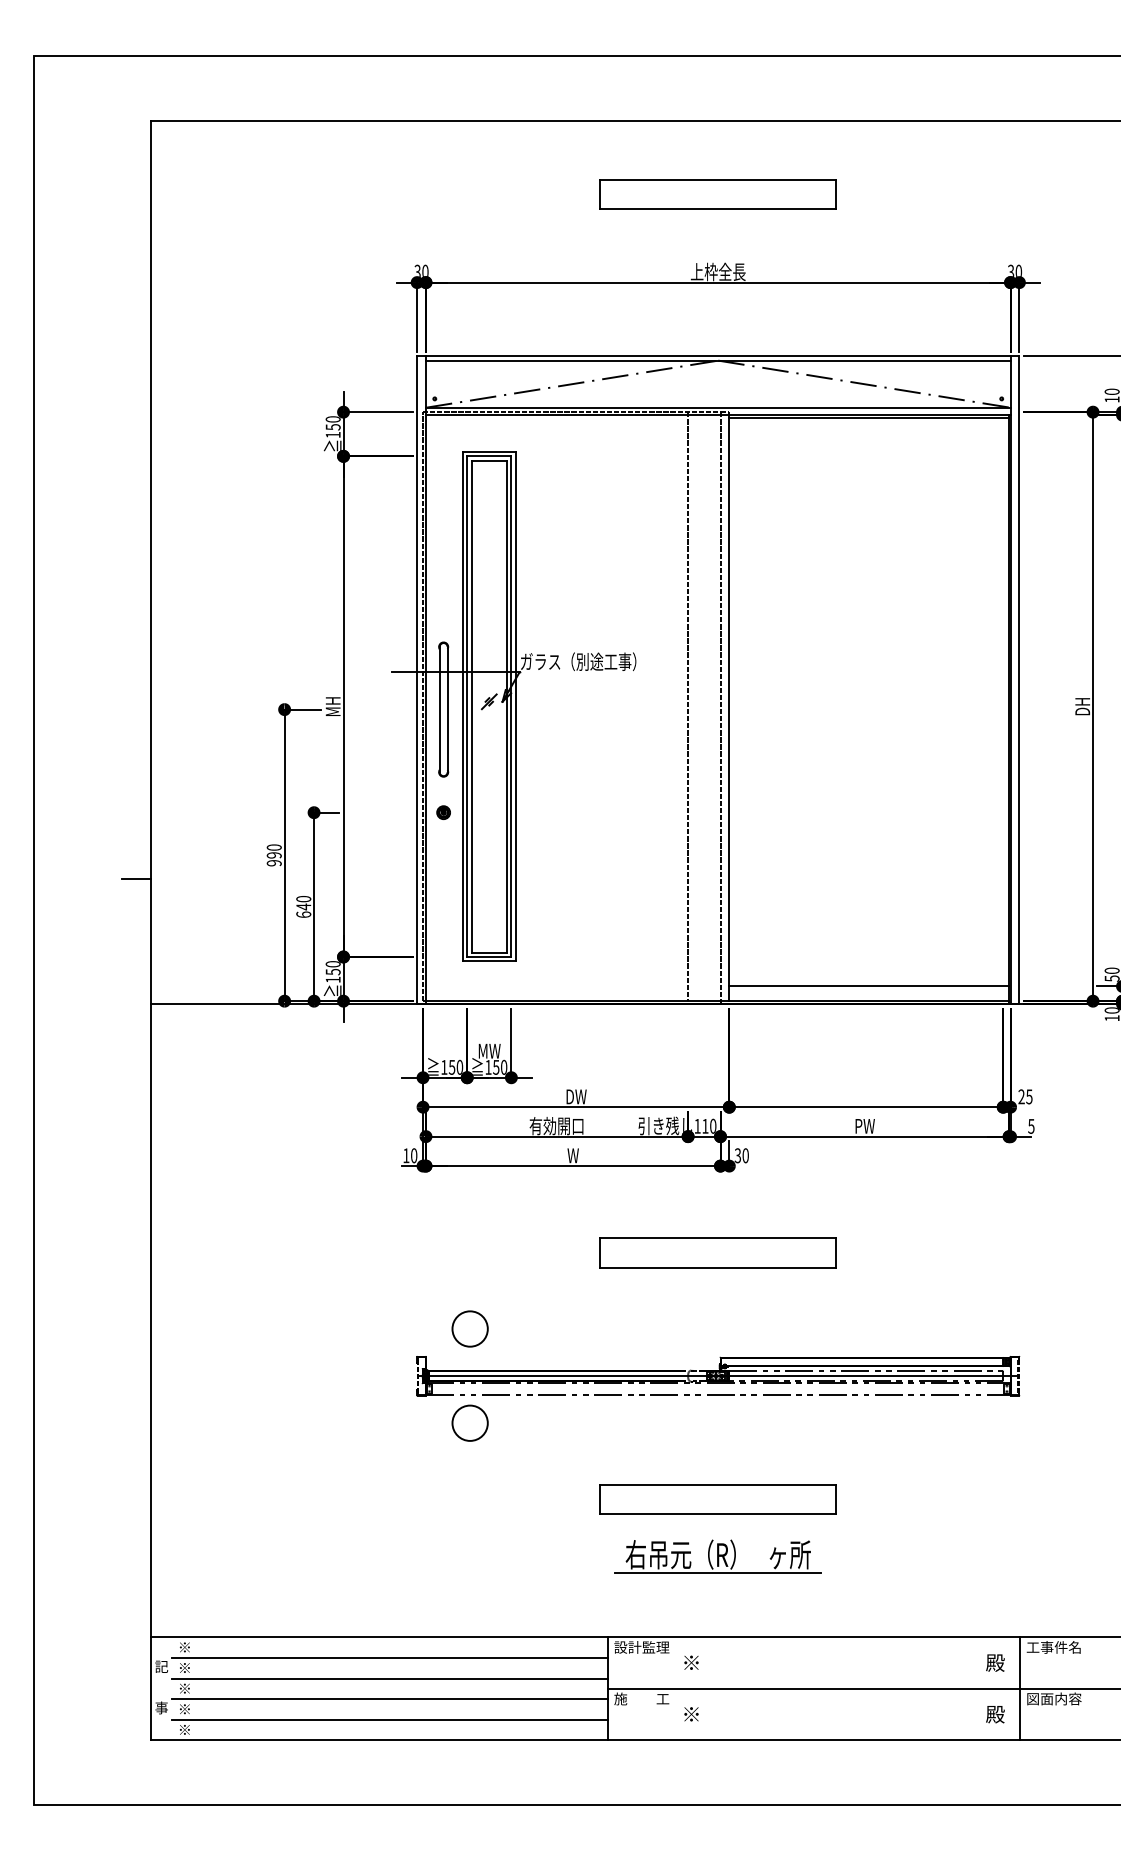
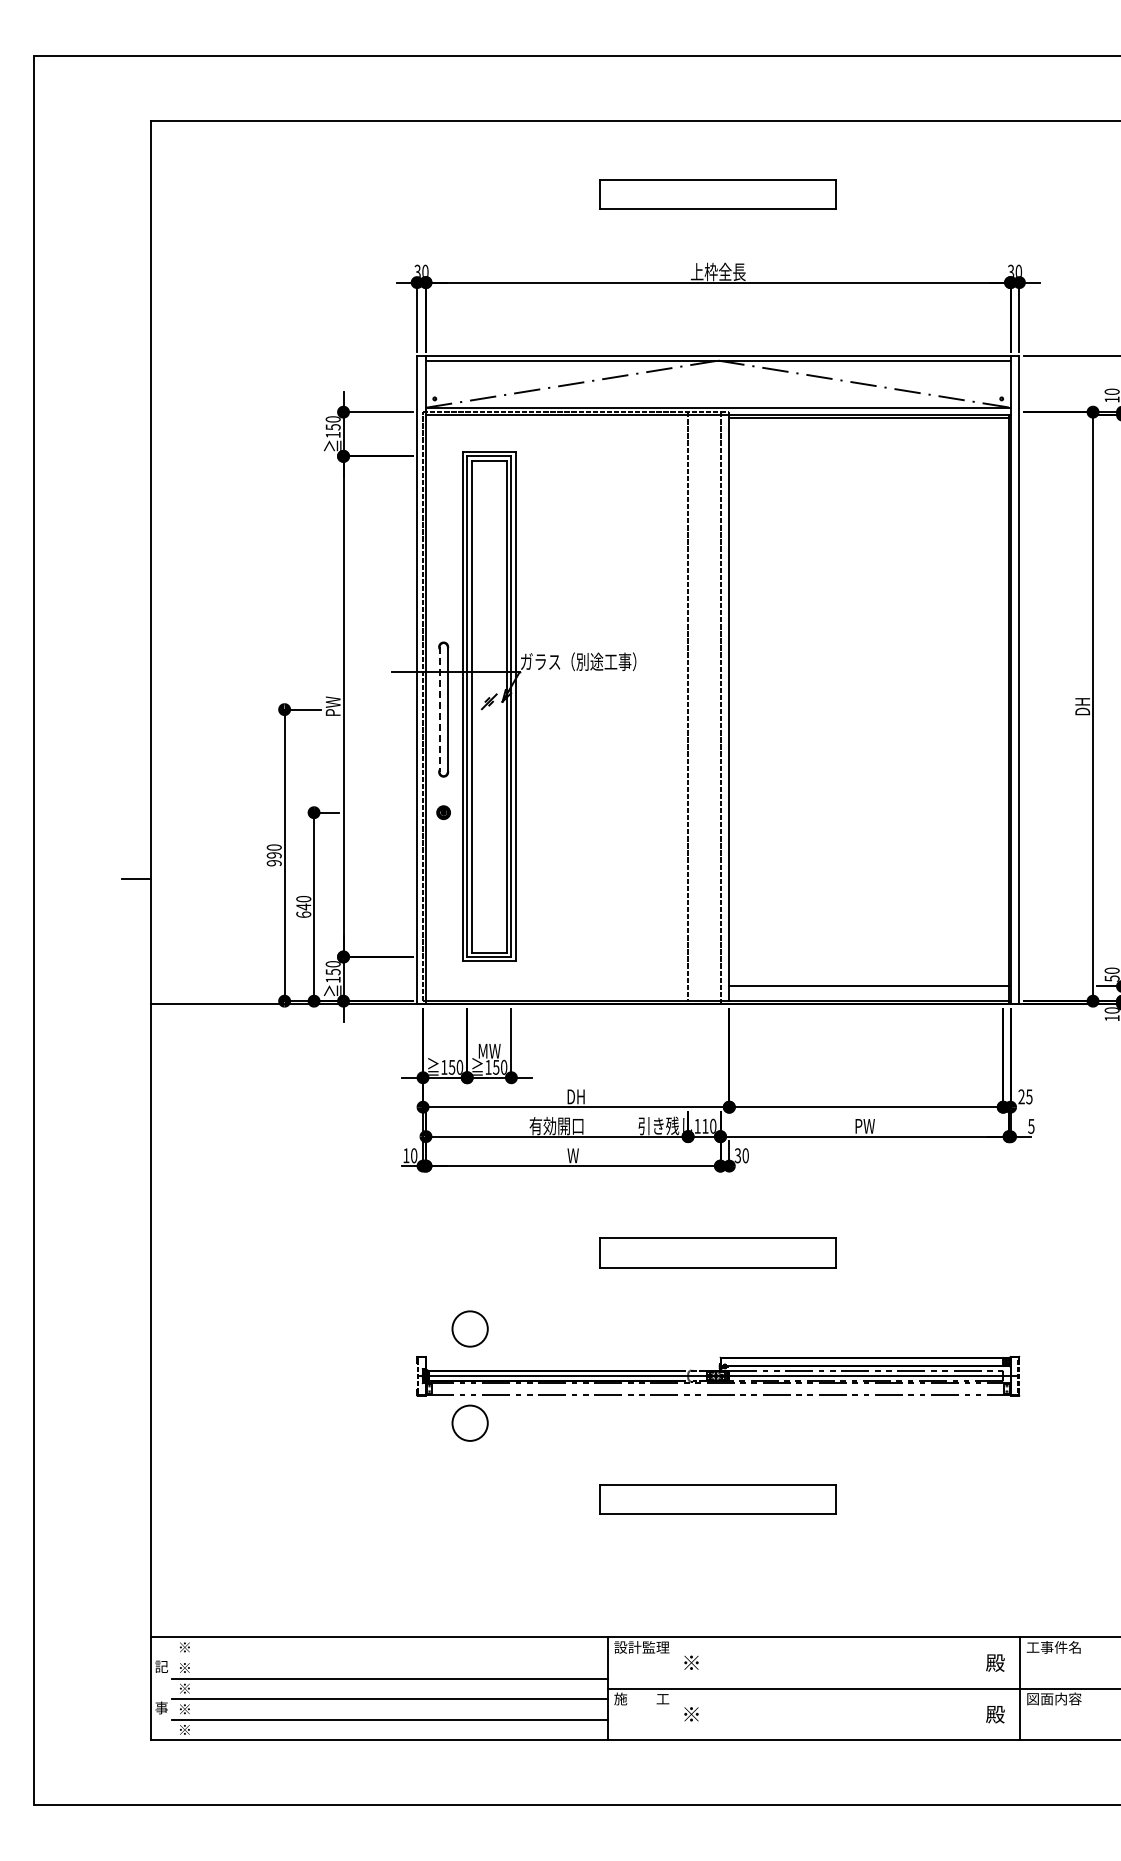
text at (332, 705): MH -> PW
line at (439, 709): solid -> dashed
text at (576, 1096): DW -> DH
part at (717, 1556): present -> none
line at (389, 1657): present -> none
